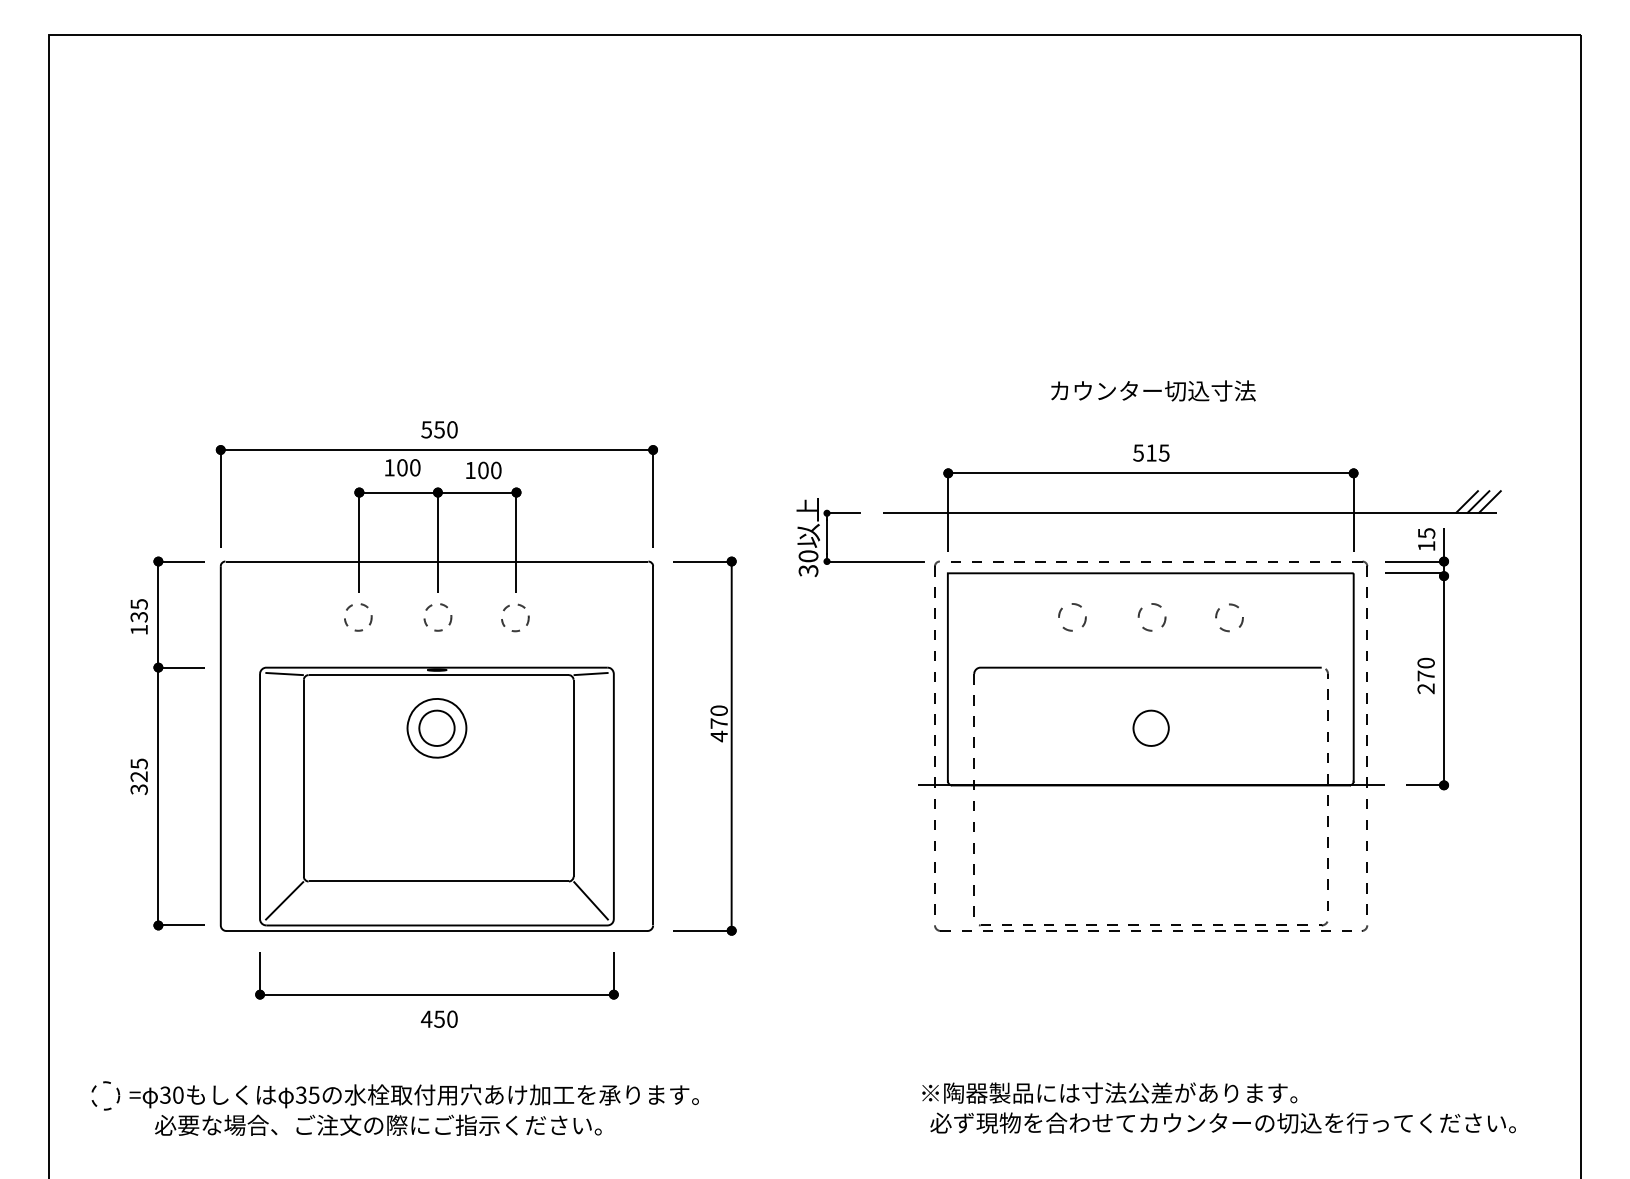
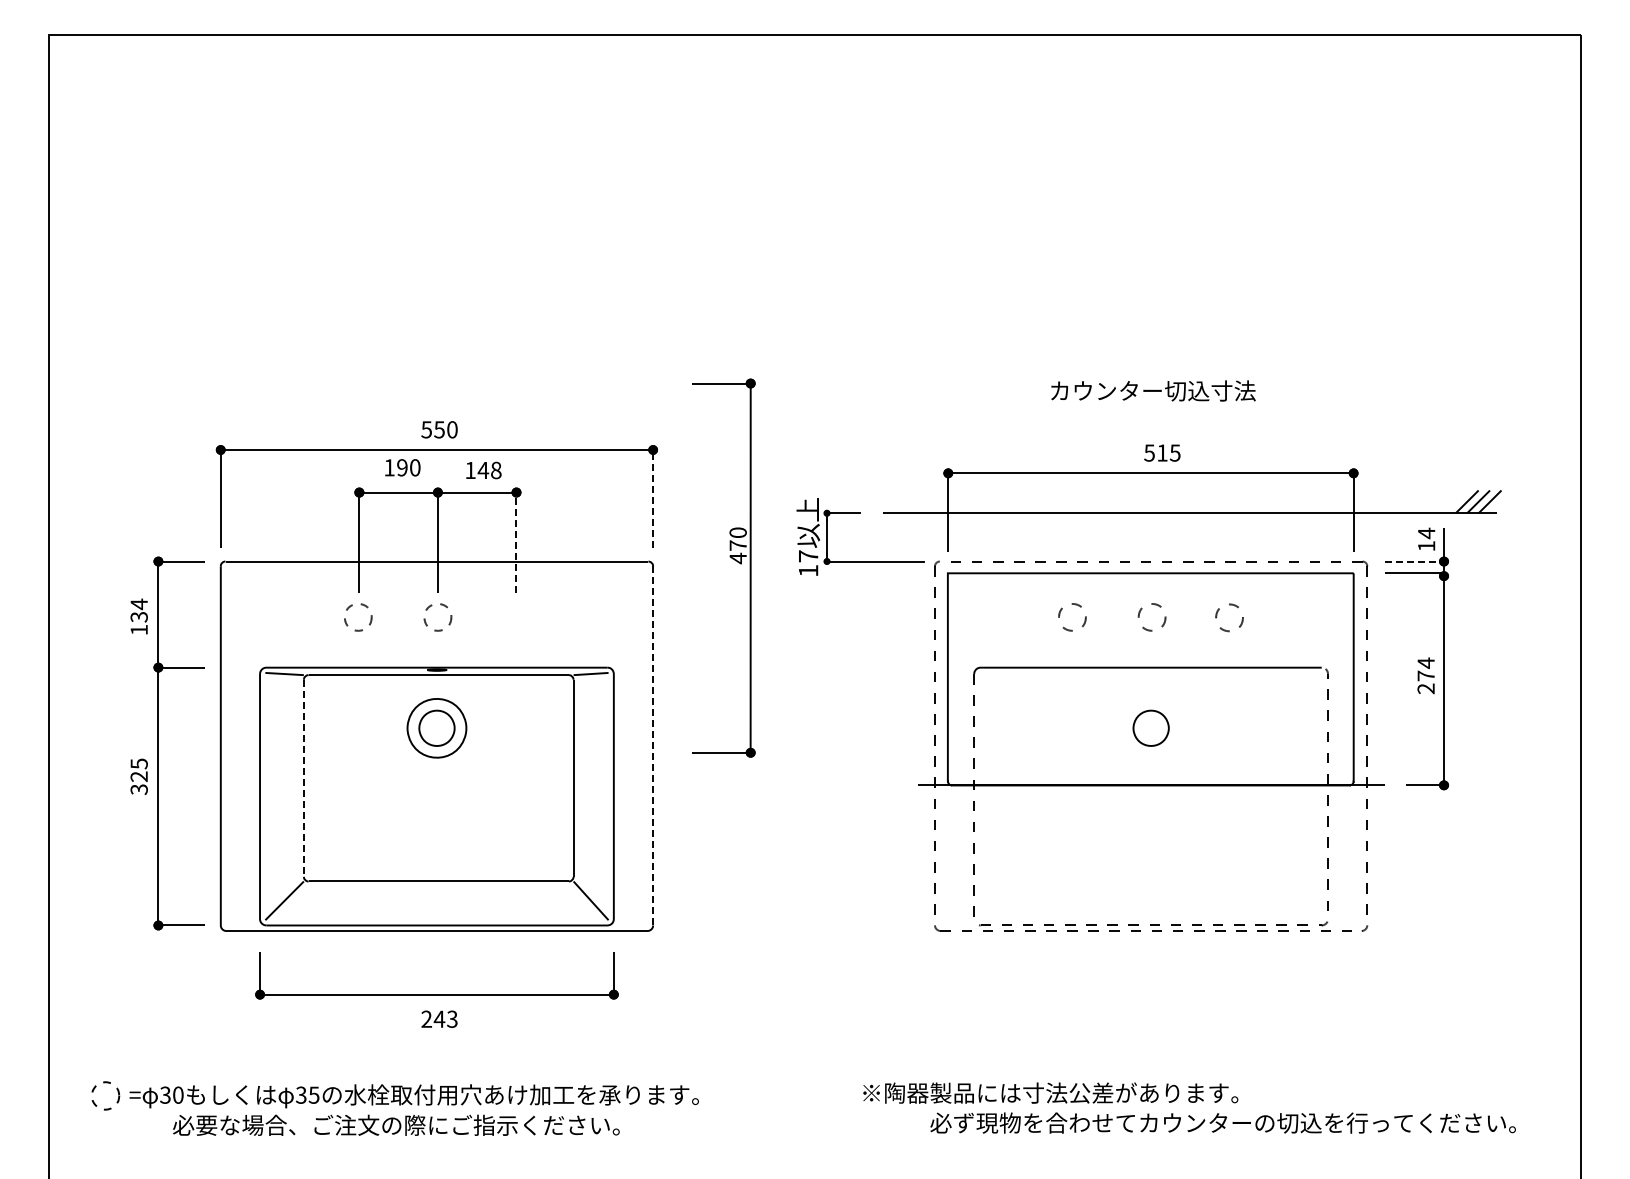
text at (1151, 452) position: (1151, 452) -> (1162, 452)
text at (402, 467): 100 -> 190
text at (489, 470): 100 -> 148
line at (653, 498): solid -> dashed
text at (1426, 533): 15 -> 14
line at (516, 542): solid -> dashed
line at (1415, 561): solid -> dashed
text at (808, 563): 30 -> 17
text at (138, 604): 135 -> 134
part at (527, 617): present -> none
text at (1425, 663): 270 -> 274
part at (712, 736) position: (712, 736) -> (731, 558)
line at (653, 745): solid -> dashed
line at (303, 778): solid -> dashed
text at (438, 1018): 450 -> 243
text at (1109, 1092) position: (1109, 1092) -> (1050, 1092)
text at (378, 1124) position: (378, 1124) -> (396, 1124)
